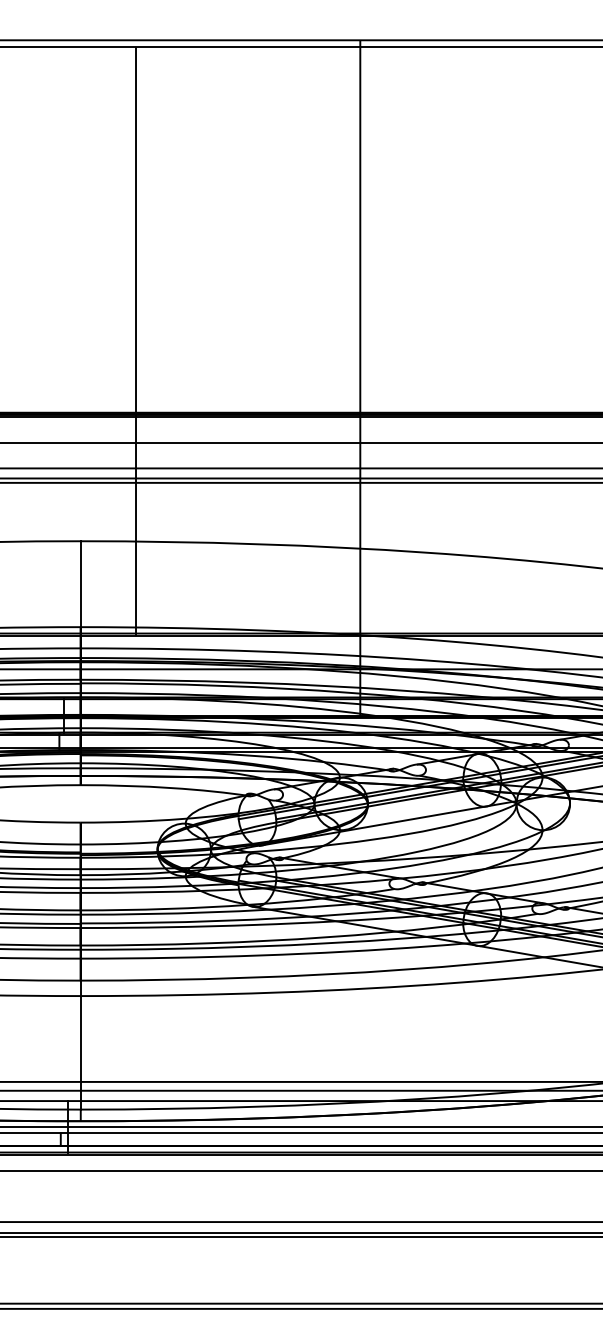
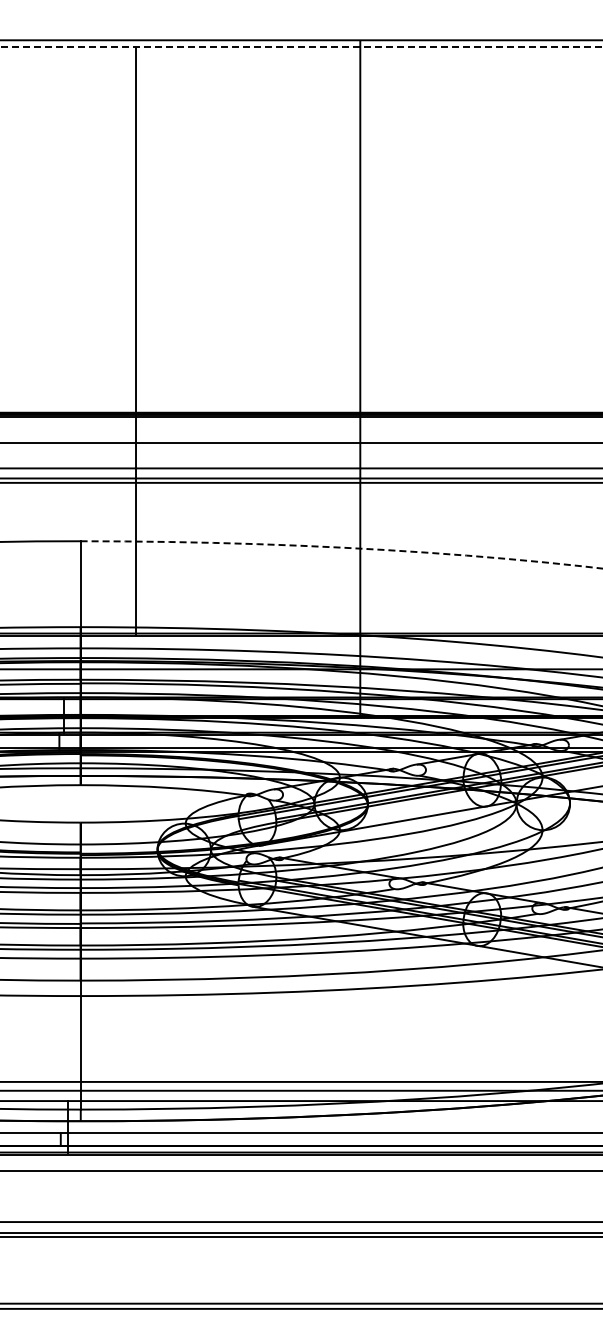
line at (301, 47): solid -> dashed
arc at (342, 547): solid -> dashed
line at (300, 1126): present -> none
